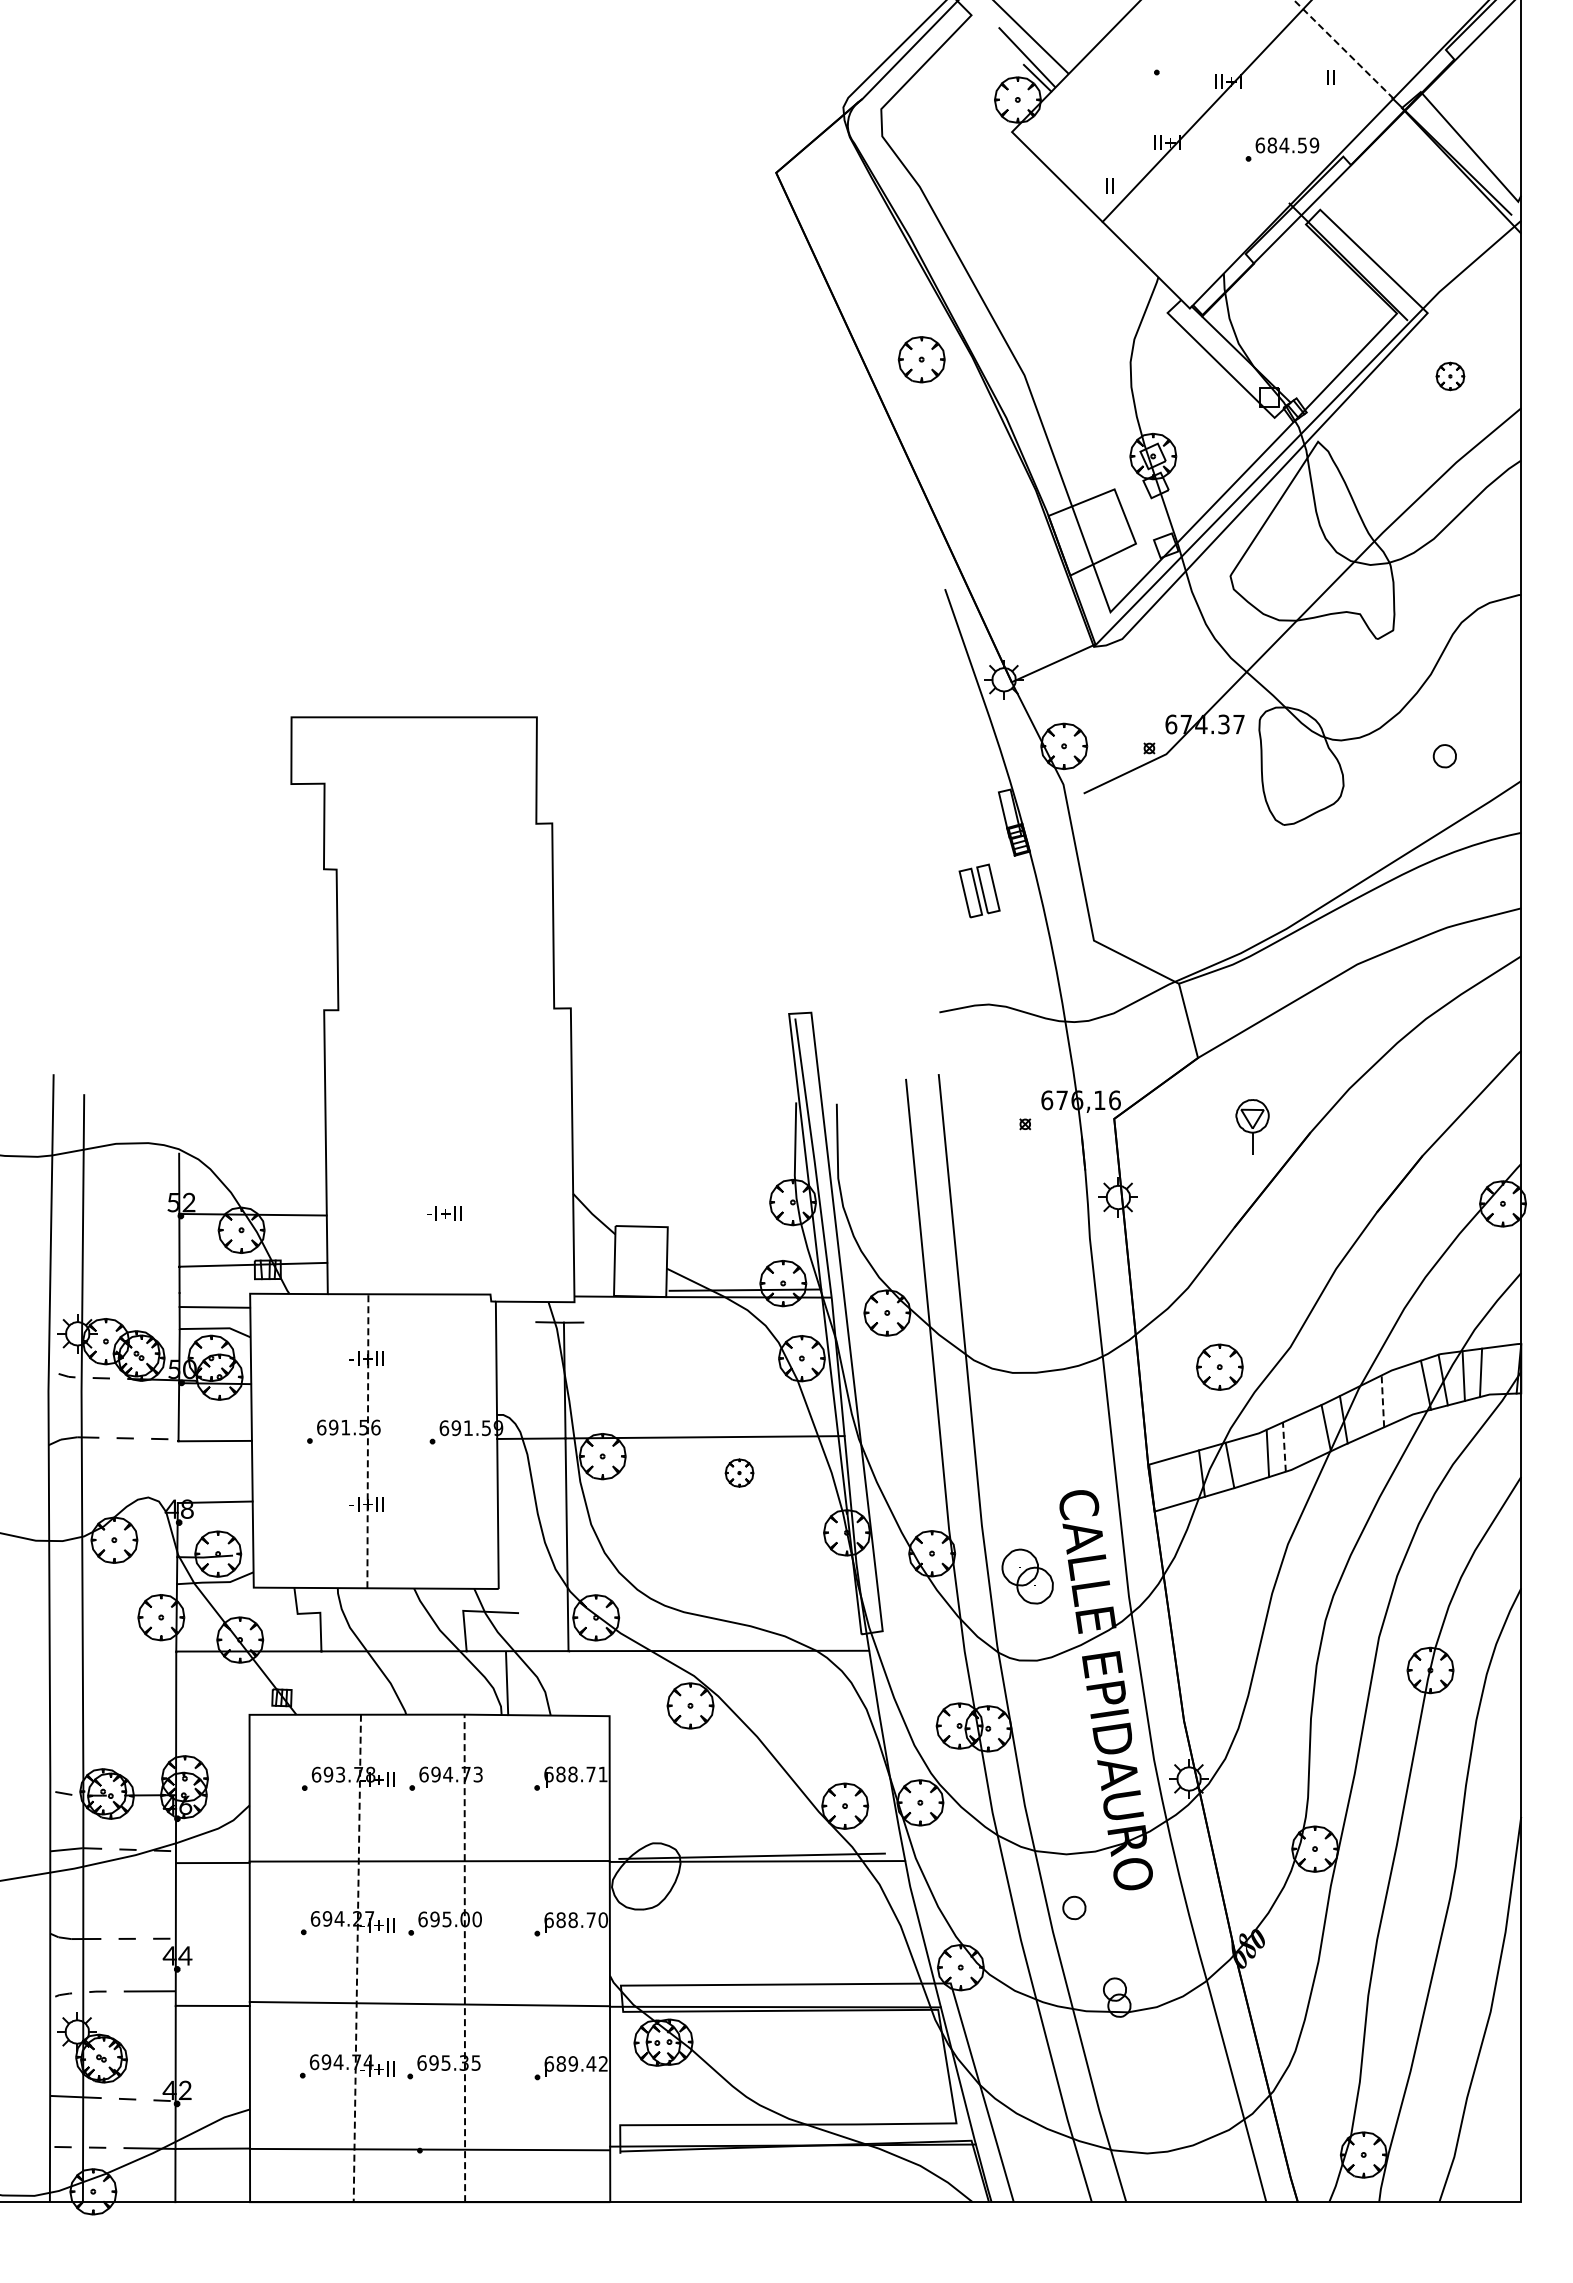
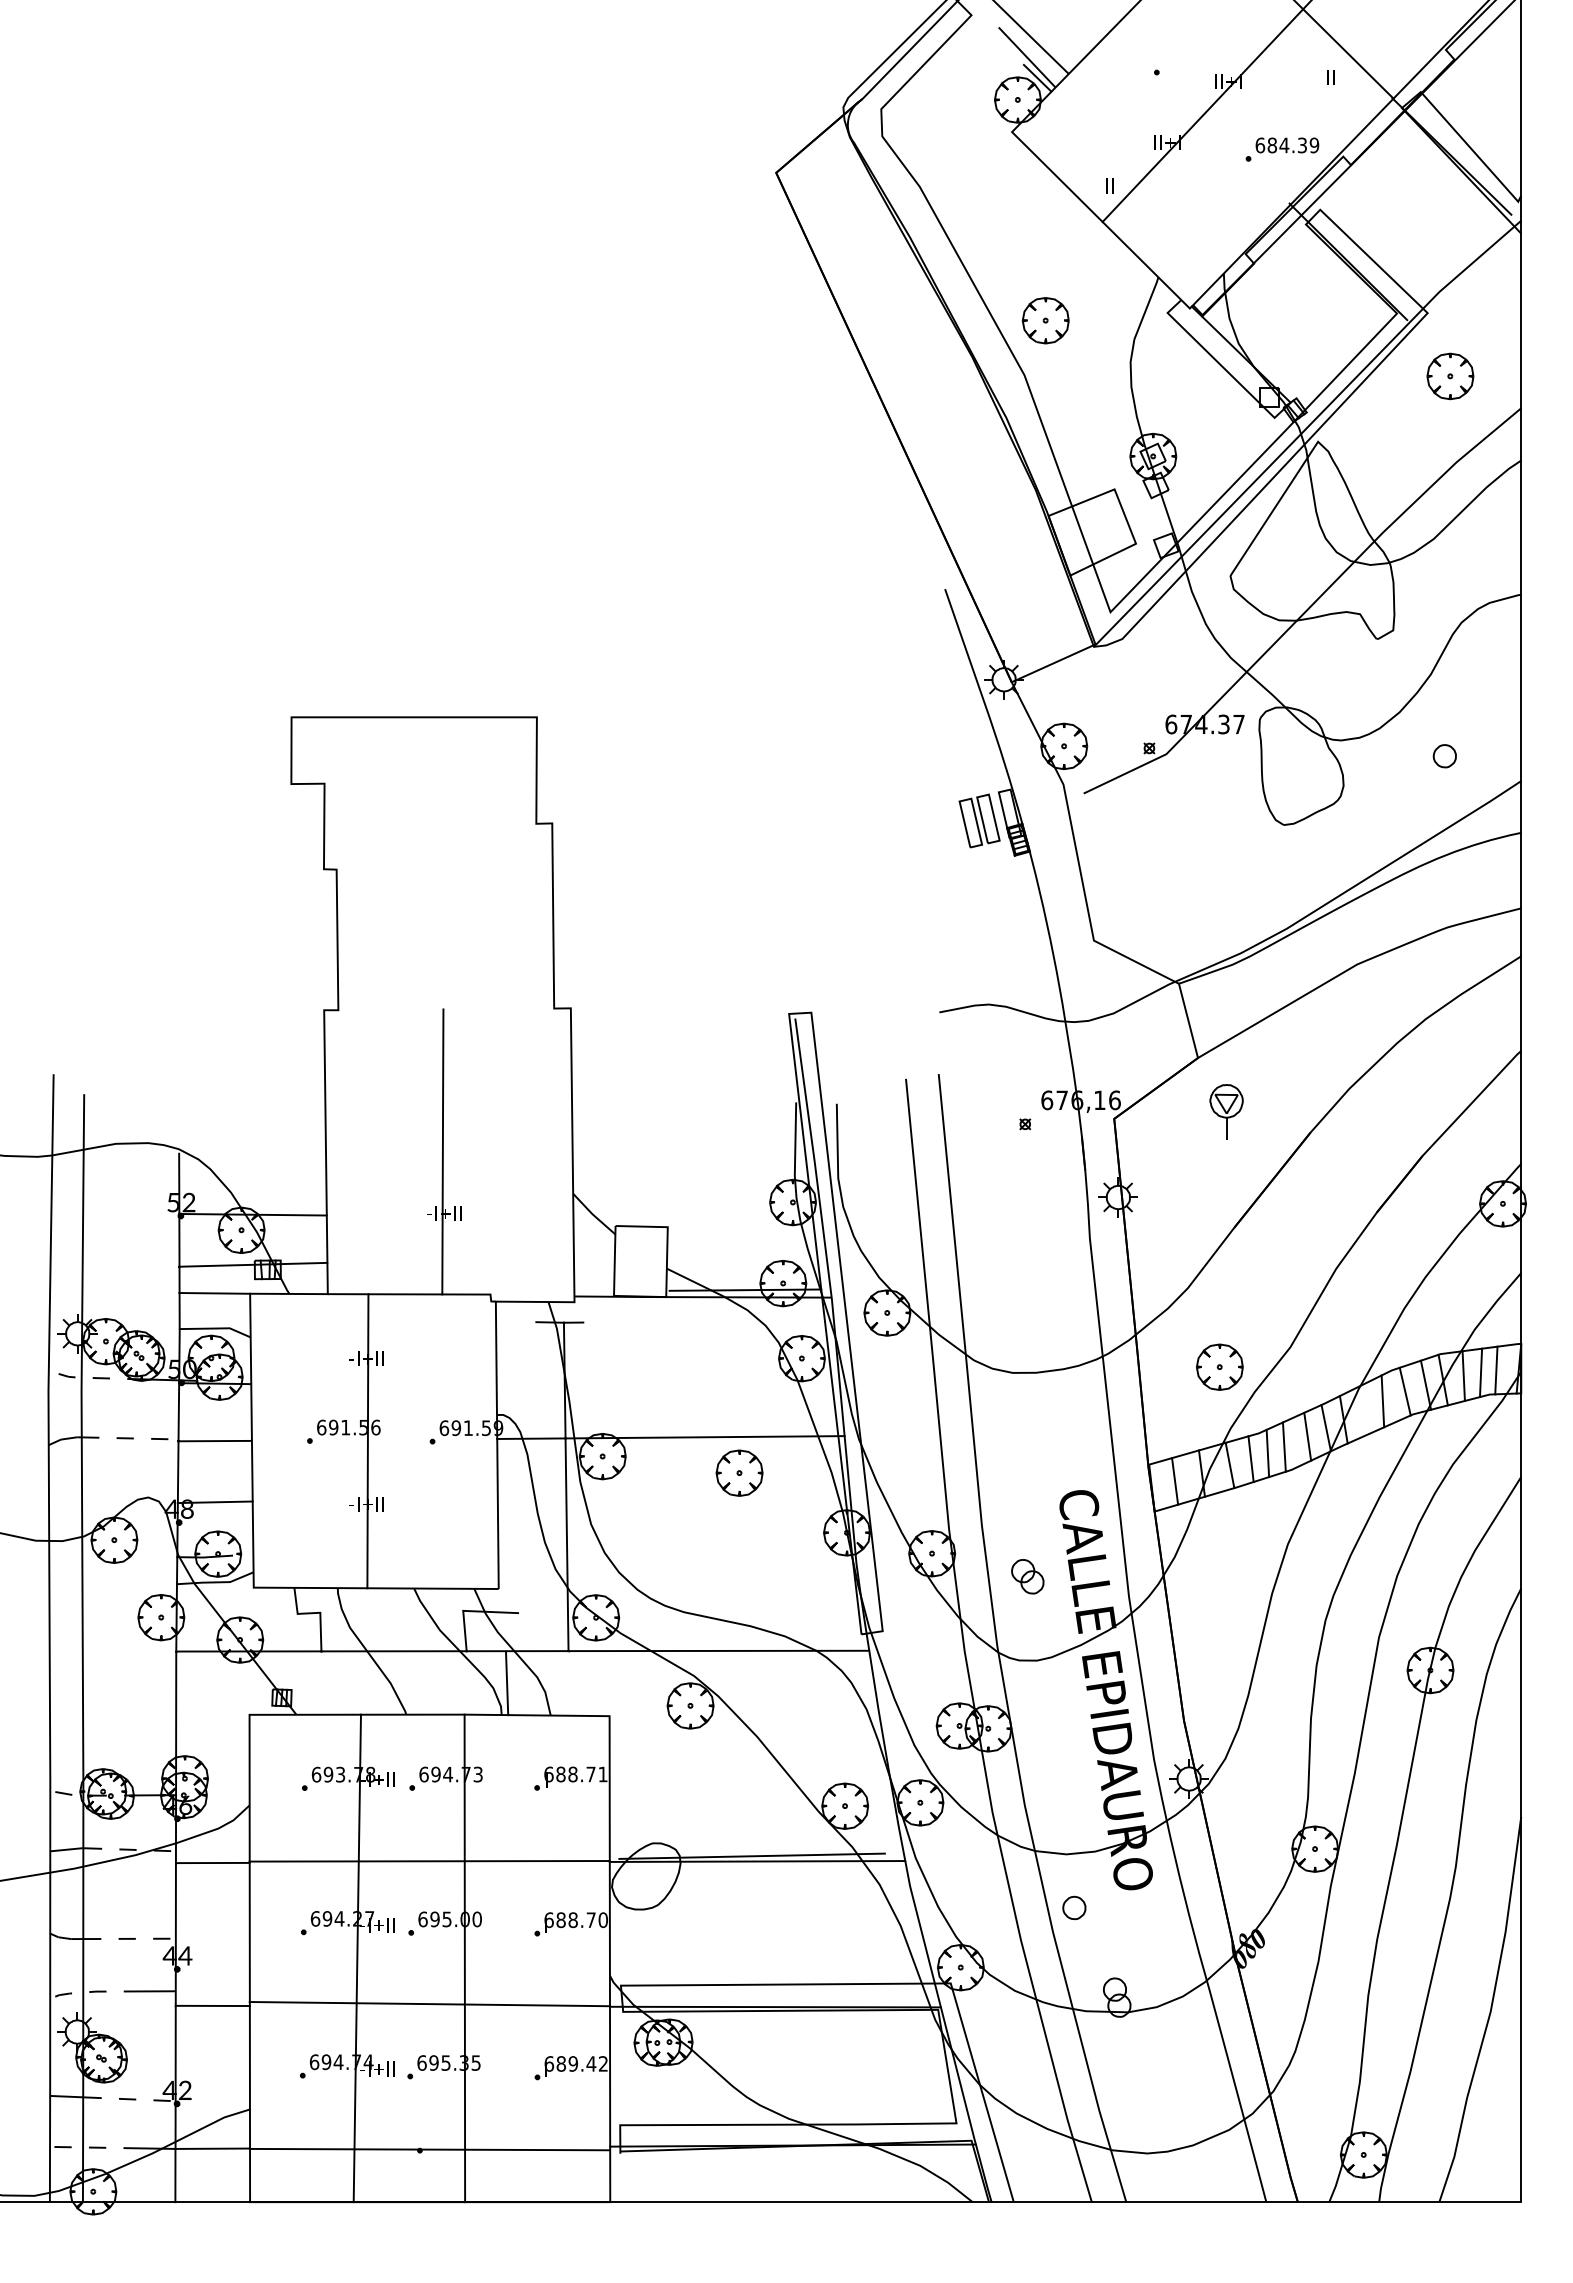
line at (1343, 49): dashed -> solid
text at (1302, 144): 684.59 -> 684.39
part at (921, 359) position: (921, 359) -> (1045, 320)
part at (1450, 376) size: 31x31 px -> 49x49 px
part at (979, 890) position: (979, 890) -> (979, 820)
part at (1252, 1126) position: (1252, 1126) -> (1226, 1111)
line at (442, 1151): none -> present
line at (214, 1307) position: (214, 1307) -> (214, 1293)
line at (1496, 1370): none -> present
line at (1404, 1391): none -> present
line at (1382, 1401): dashed -> solid
line at (1307, 1436): none -> present
line at (367, 1440): dashed -> solid
line at (1284, 1447): dashed -> solid
line at (1250, 1459): none -> present
line at (177, 1472): none -> present
part at (739, 1472) size: 31x30 px -> 49x48 px
line at (1175, 1481): none -> present
part at (1027, 1576) size: 53x57 px -> 34x36 px
line at (357, 1958): dashed -> solid
line at (464, 1958): dashed -> solid
